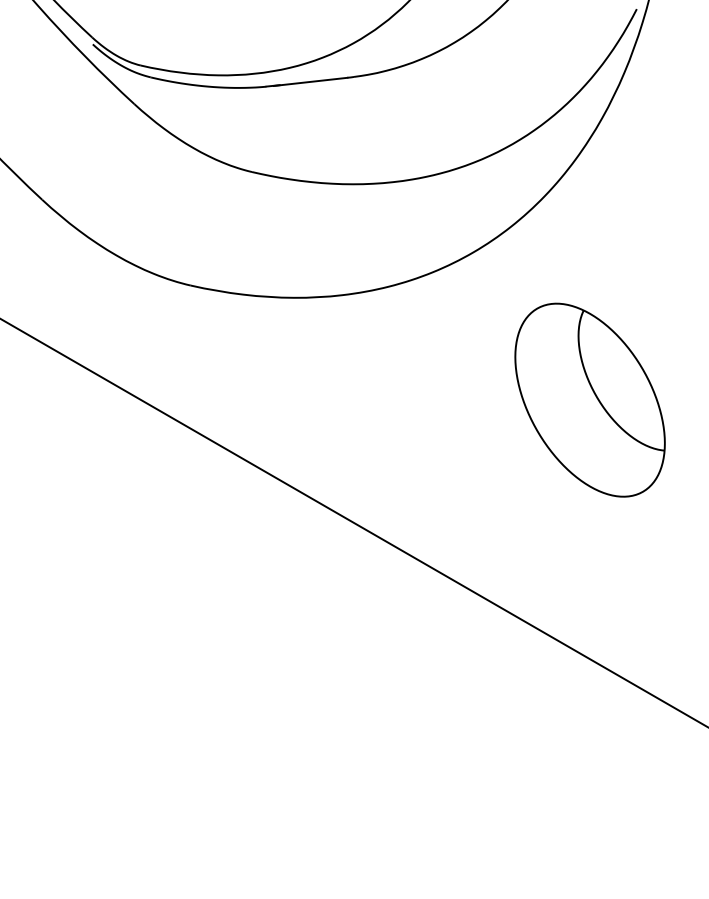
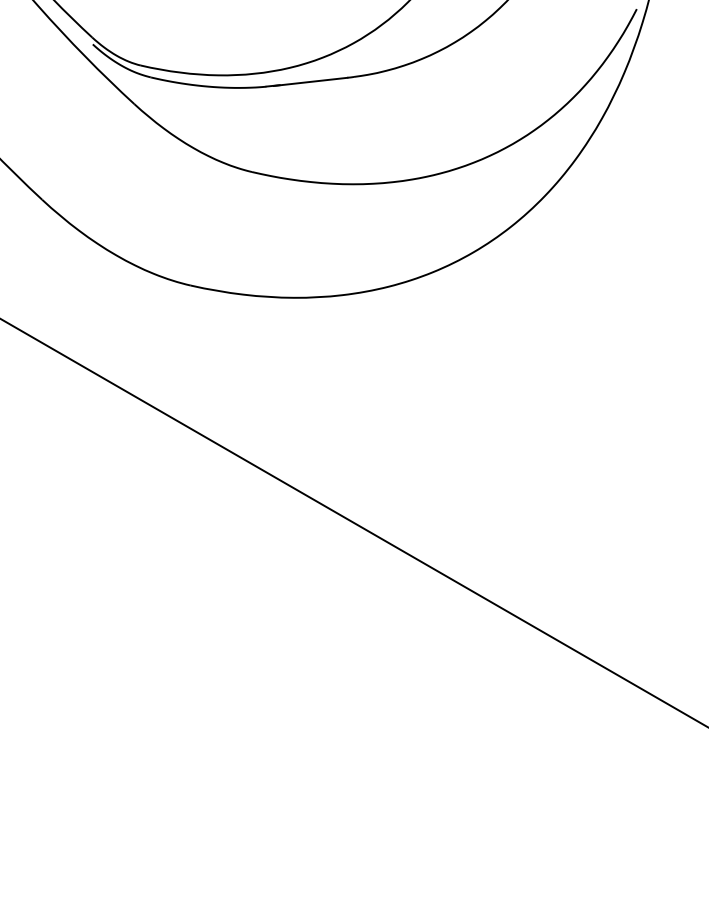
part at (589, 399): present -> none
